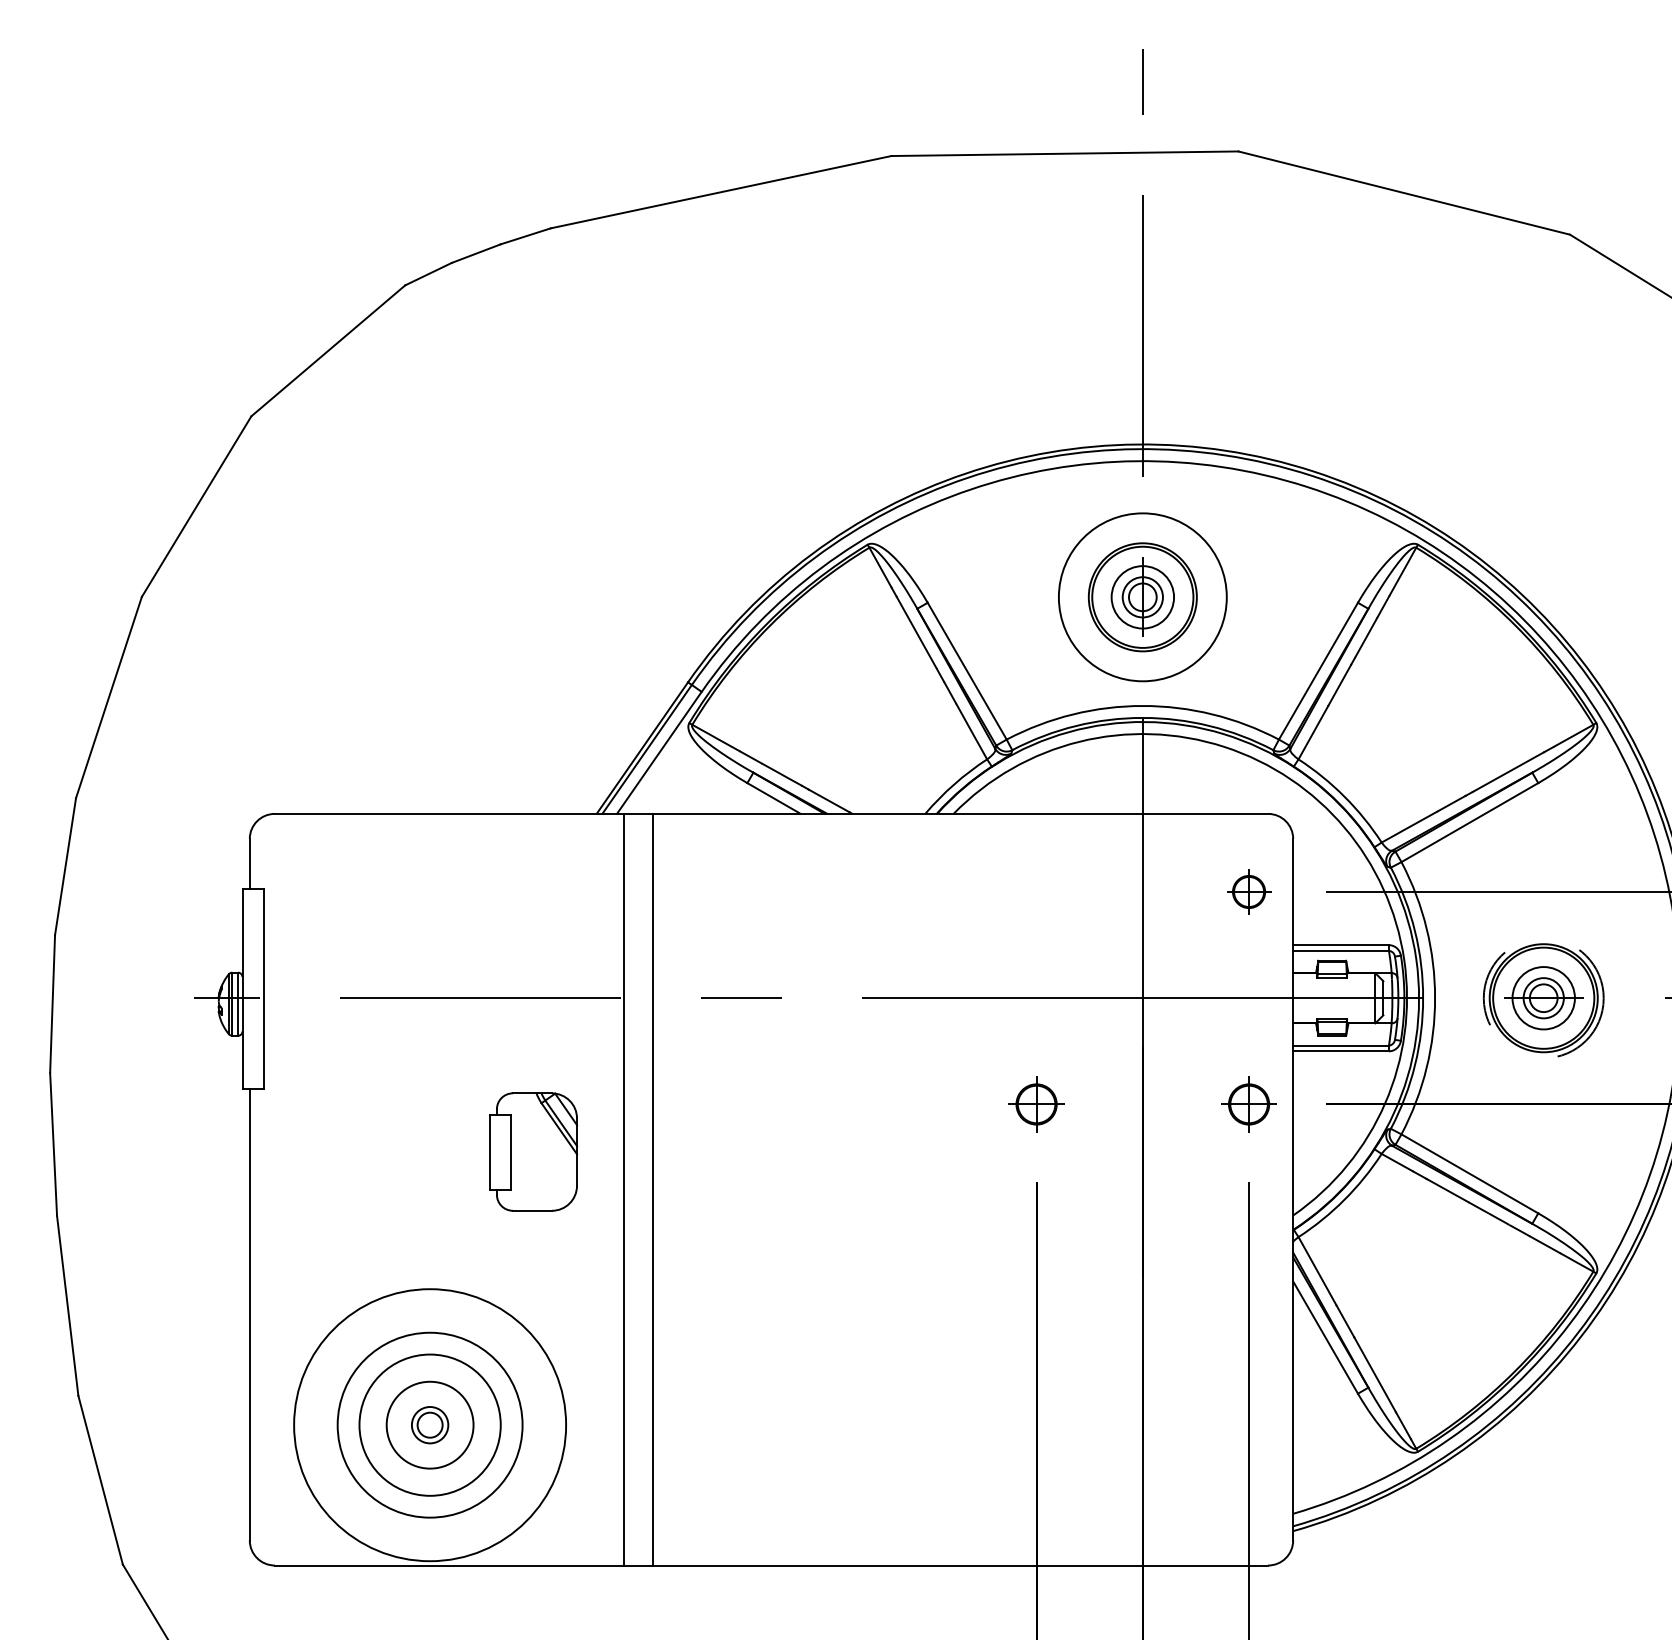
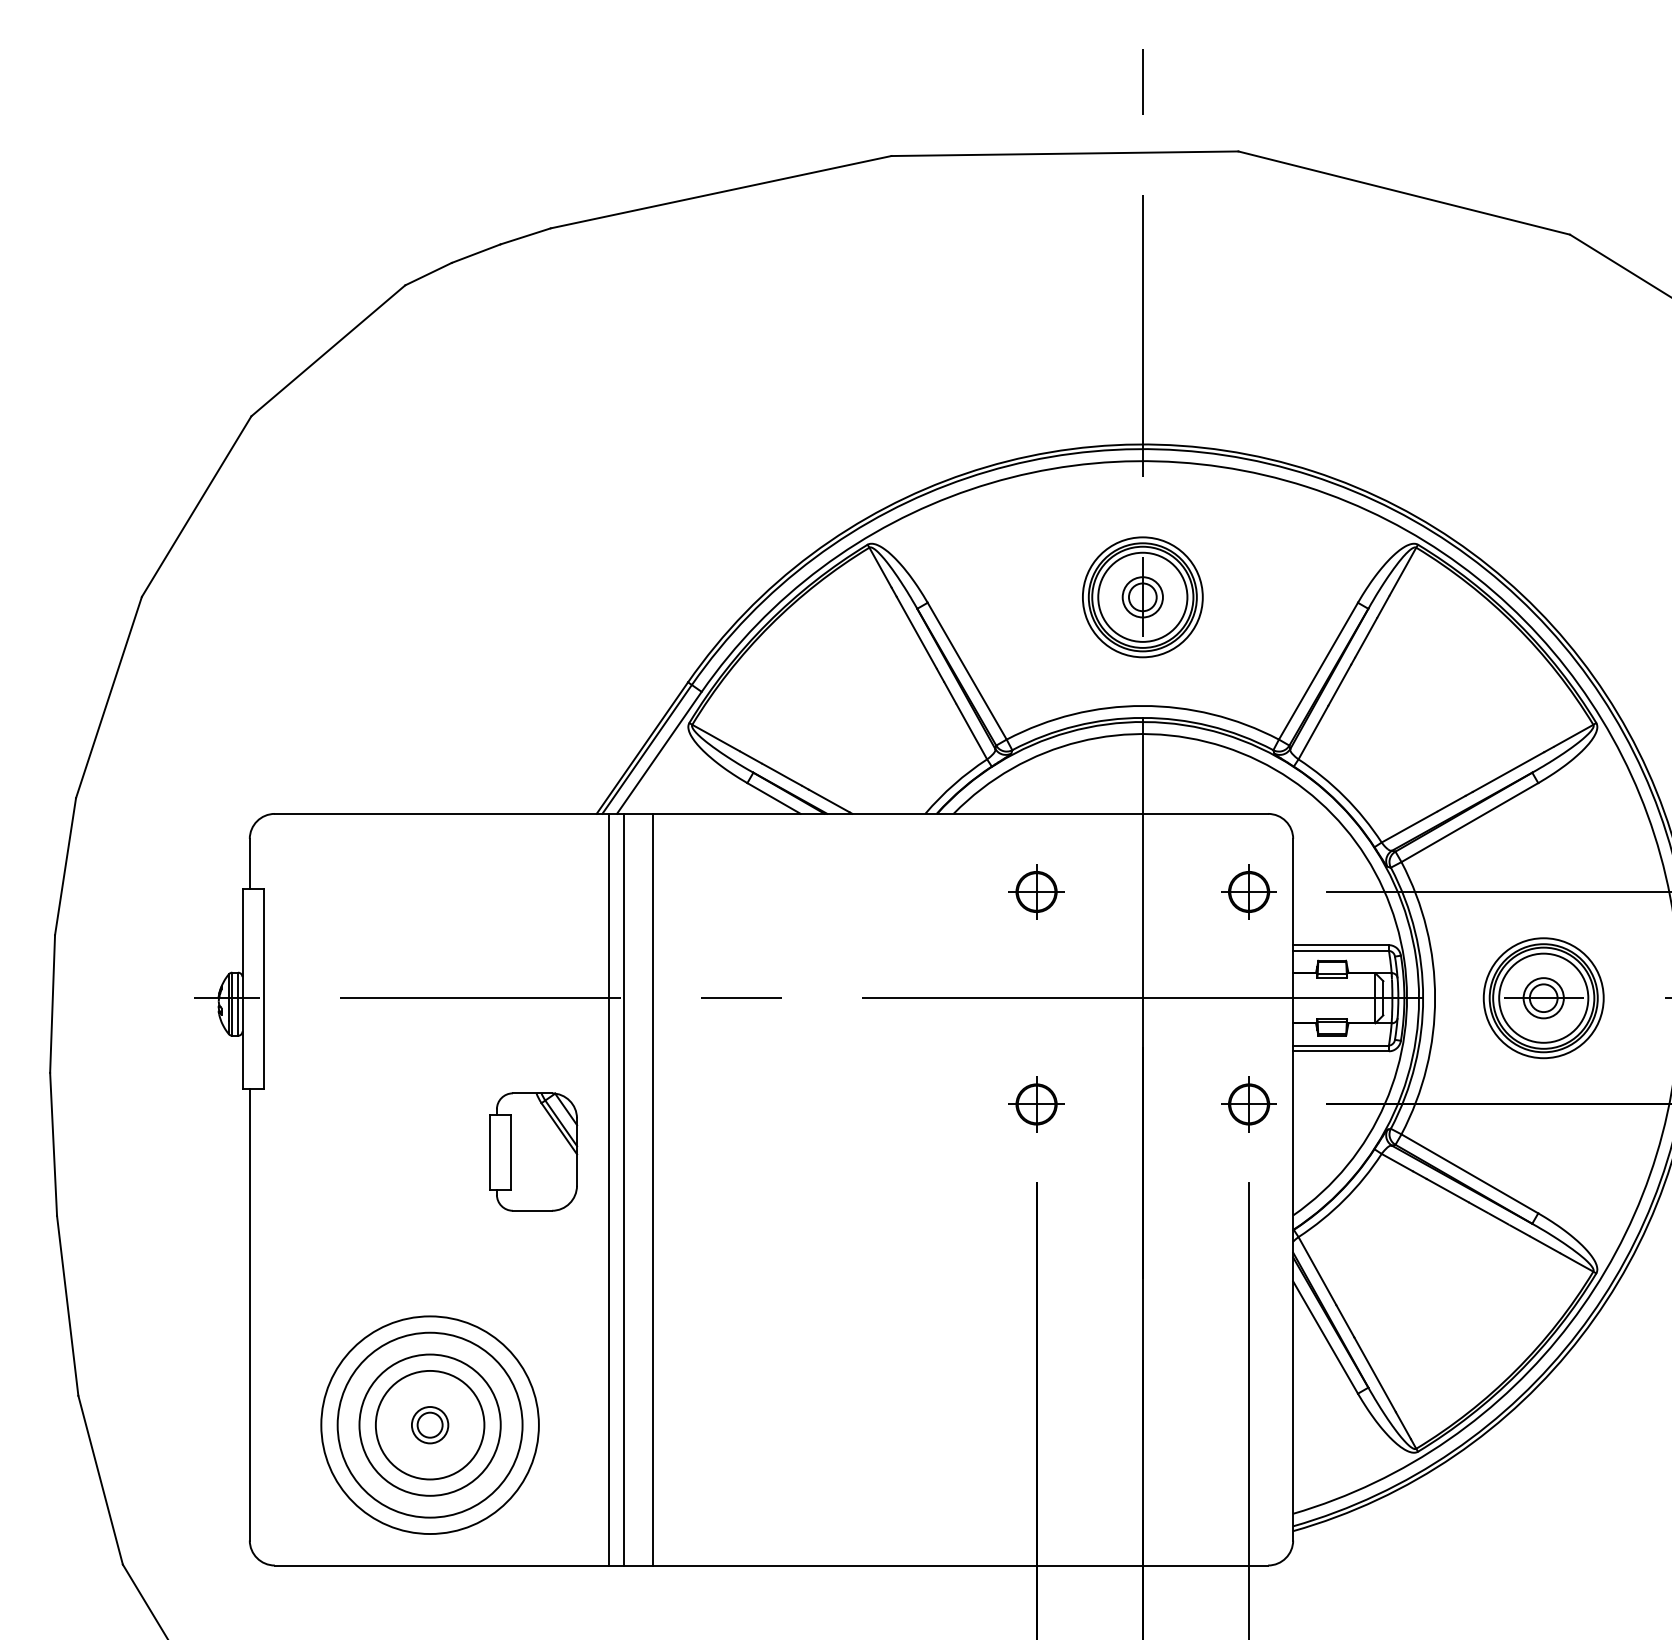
circle at (1142, 597) diameter: 168 px -> 120 px
circle at (1142, 597) diameter: 62 px -> 89 px
part at (1036, 891): none -> present
part at (1249, 891) size: 45x46 px -> 56x56 px
circle at (1543, 998) diameter: 62 px -> 89 px
circle at (1543, 998): dashed -> solid
line at (609, 1189): none -> present
circle at (429, 1424) diameter: 87 px -> 109 px
circle at (430, 1425) diameter: 272 px -> 218 px
